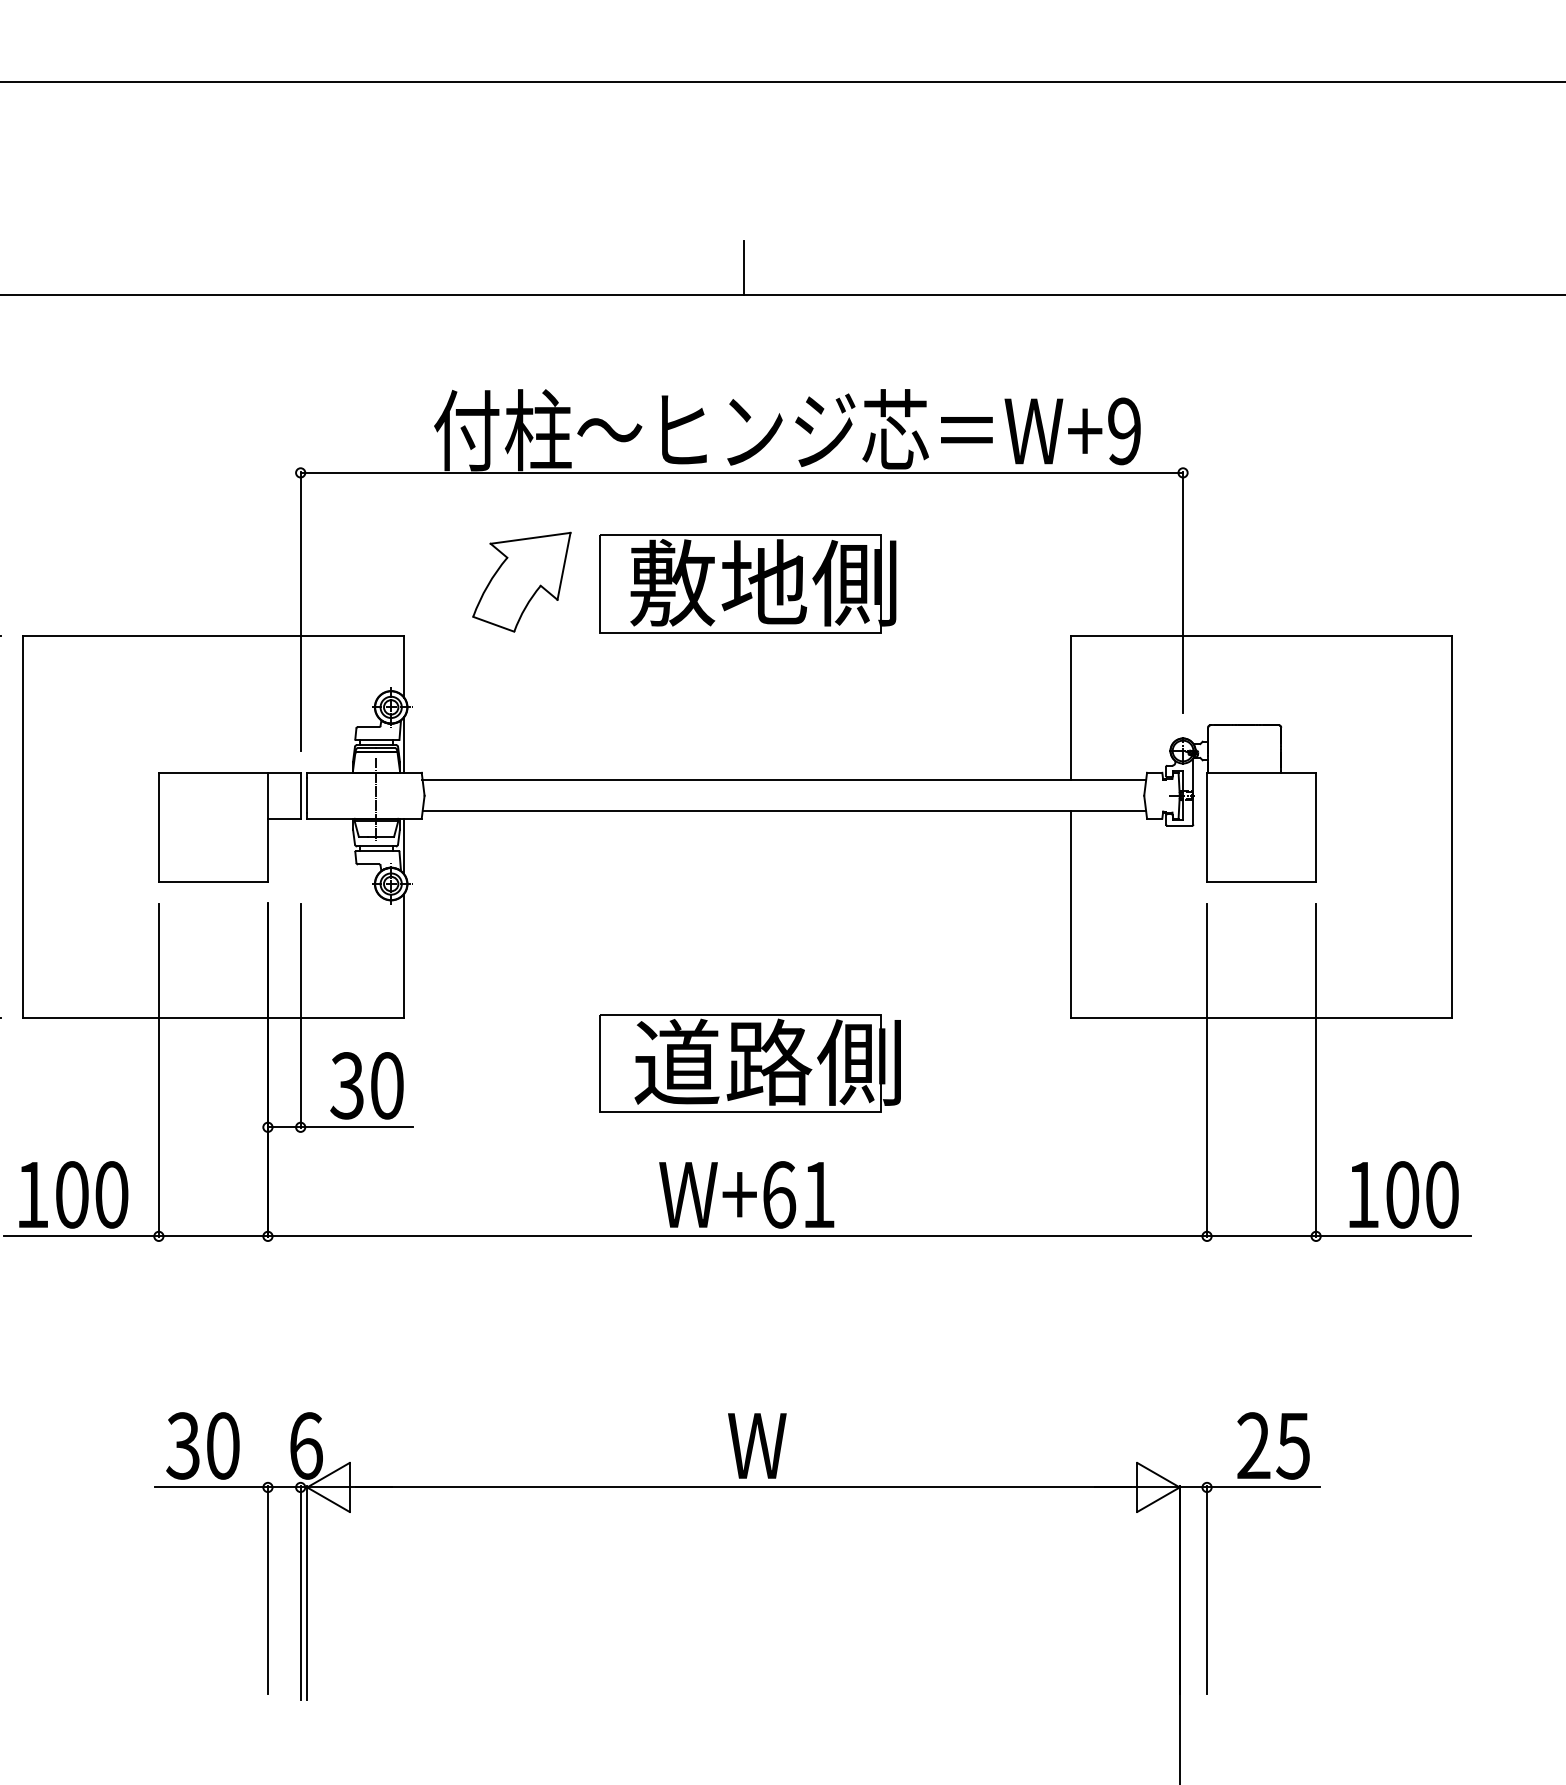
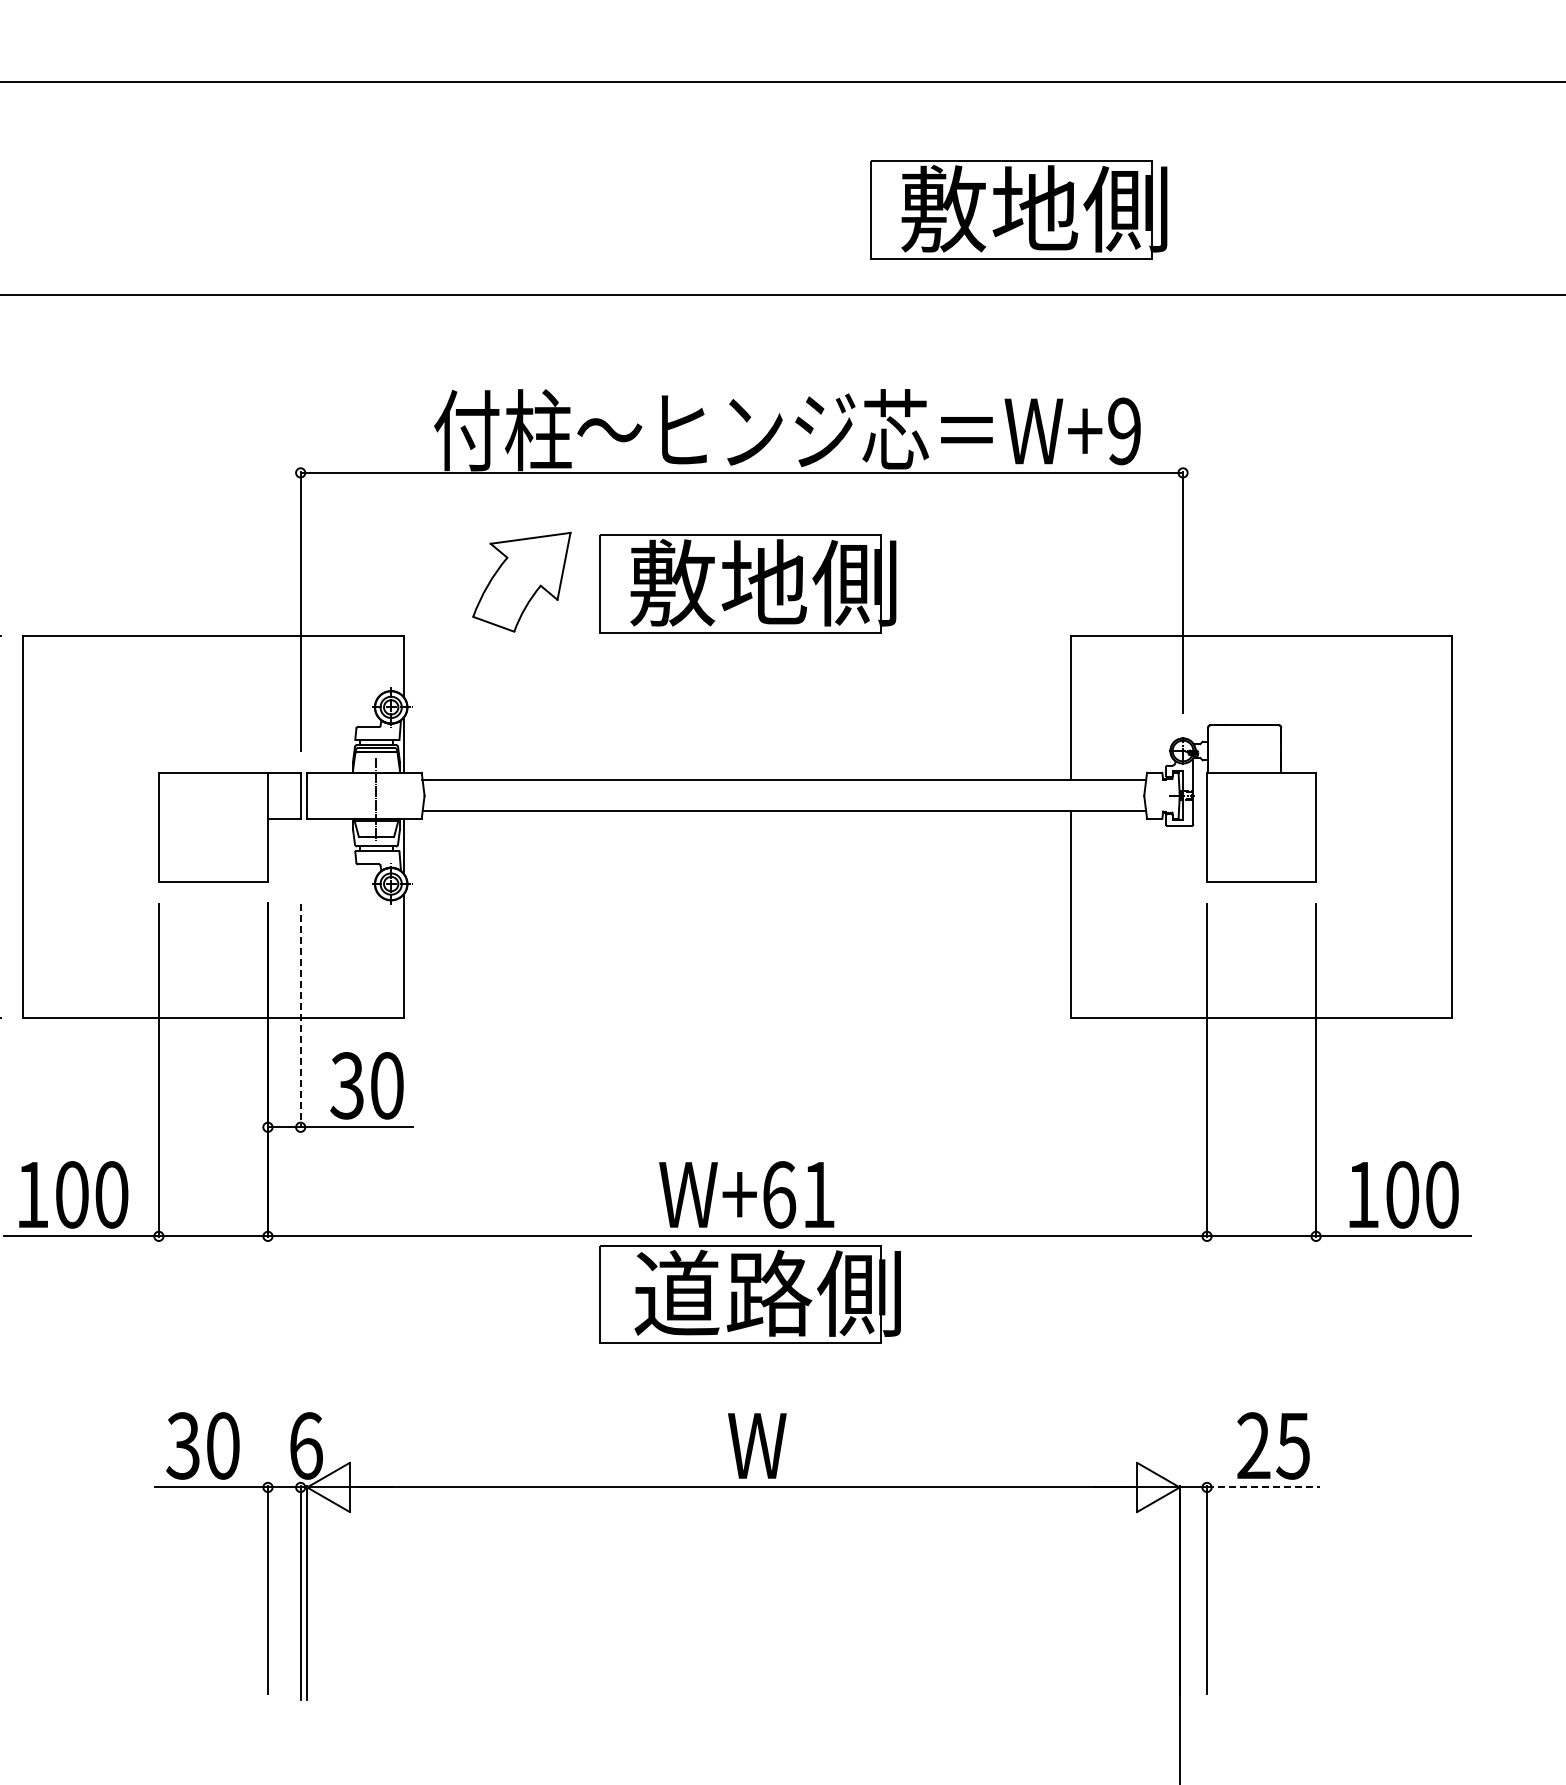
part at (1018, 209): none -> present
line at (743, 267): present -> none
line at (300, 1016): solid -> dashed
part at (749, 1063) position: (749, 1063) -> (749, 1294)
line at (1263, 1487): solid -> dashed
